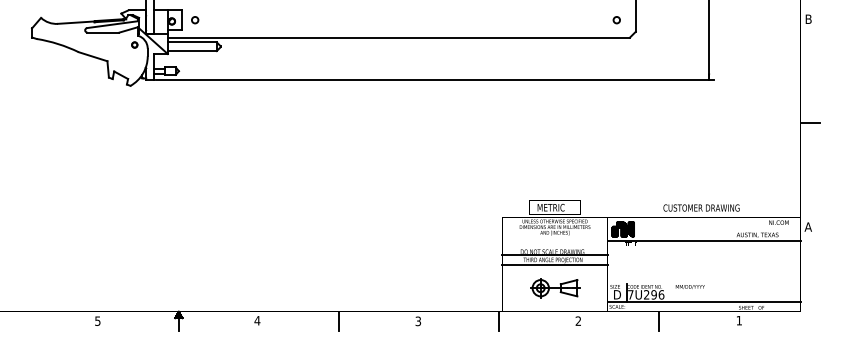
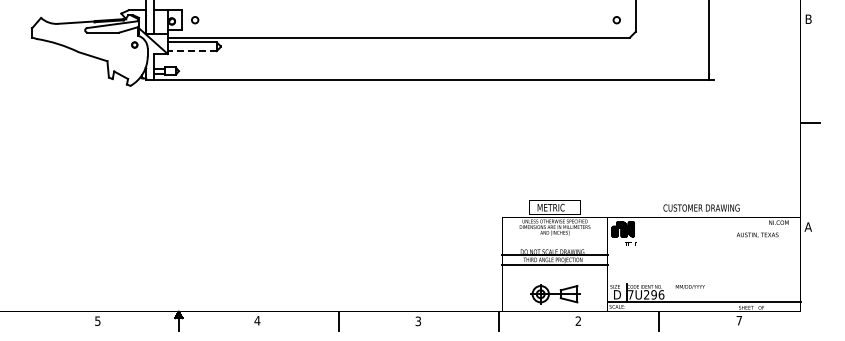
line at (192, 51): solid -> dashed
line at (703, 240): present -> none
part at (555, 288) position: (555, 288) -> (555, 294)
text at (738, 320): 1 -> 7
